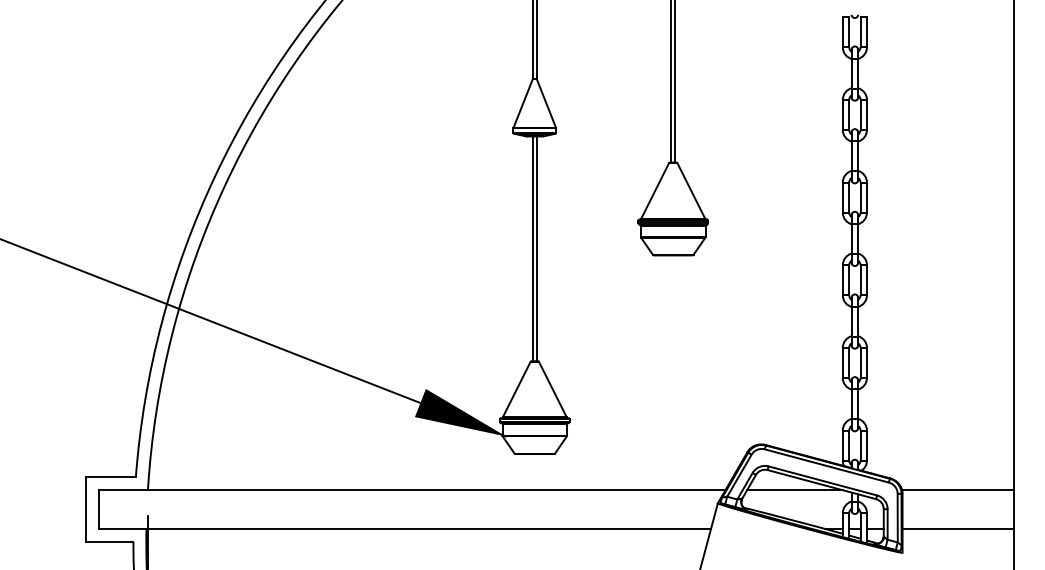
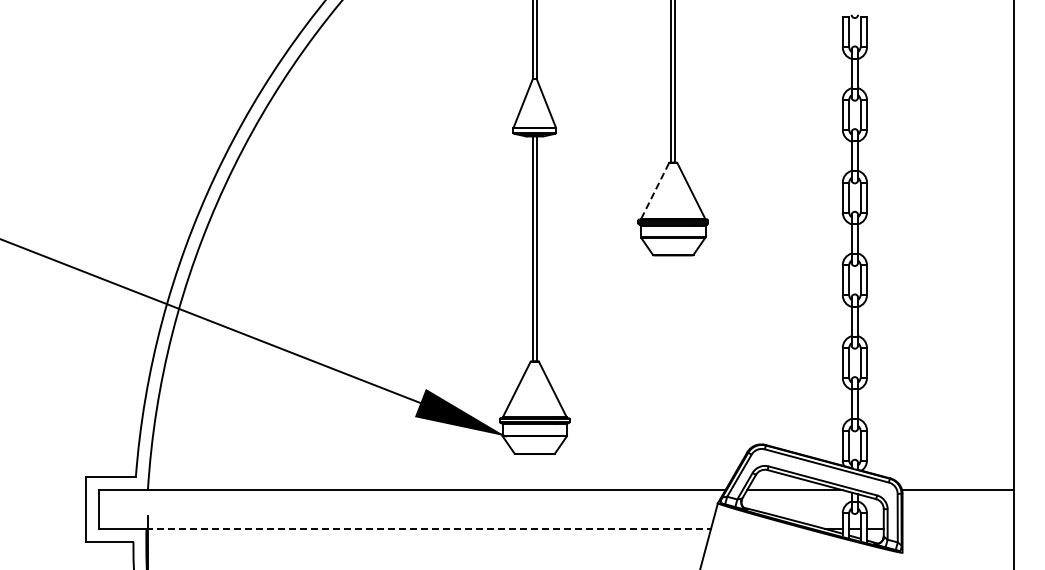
line at (655, 190): solid -> dashed
line at (429, 528): solid -> dashed
line at (957, 528): present -> none
